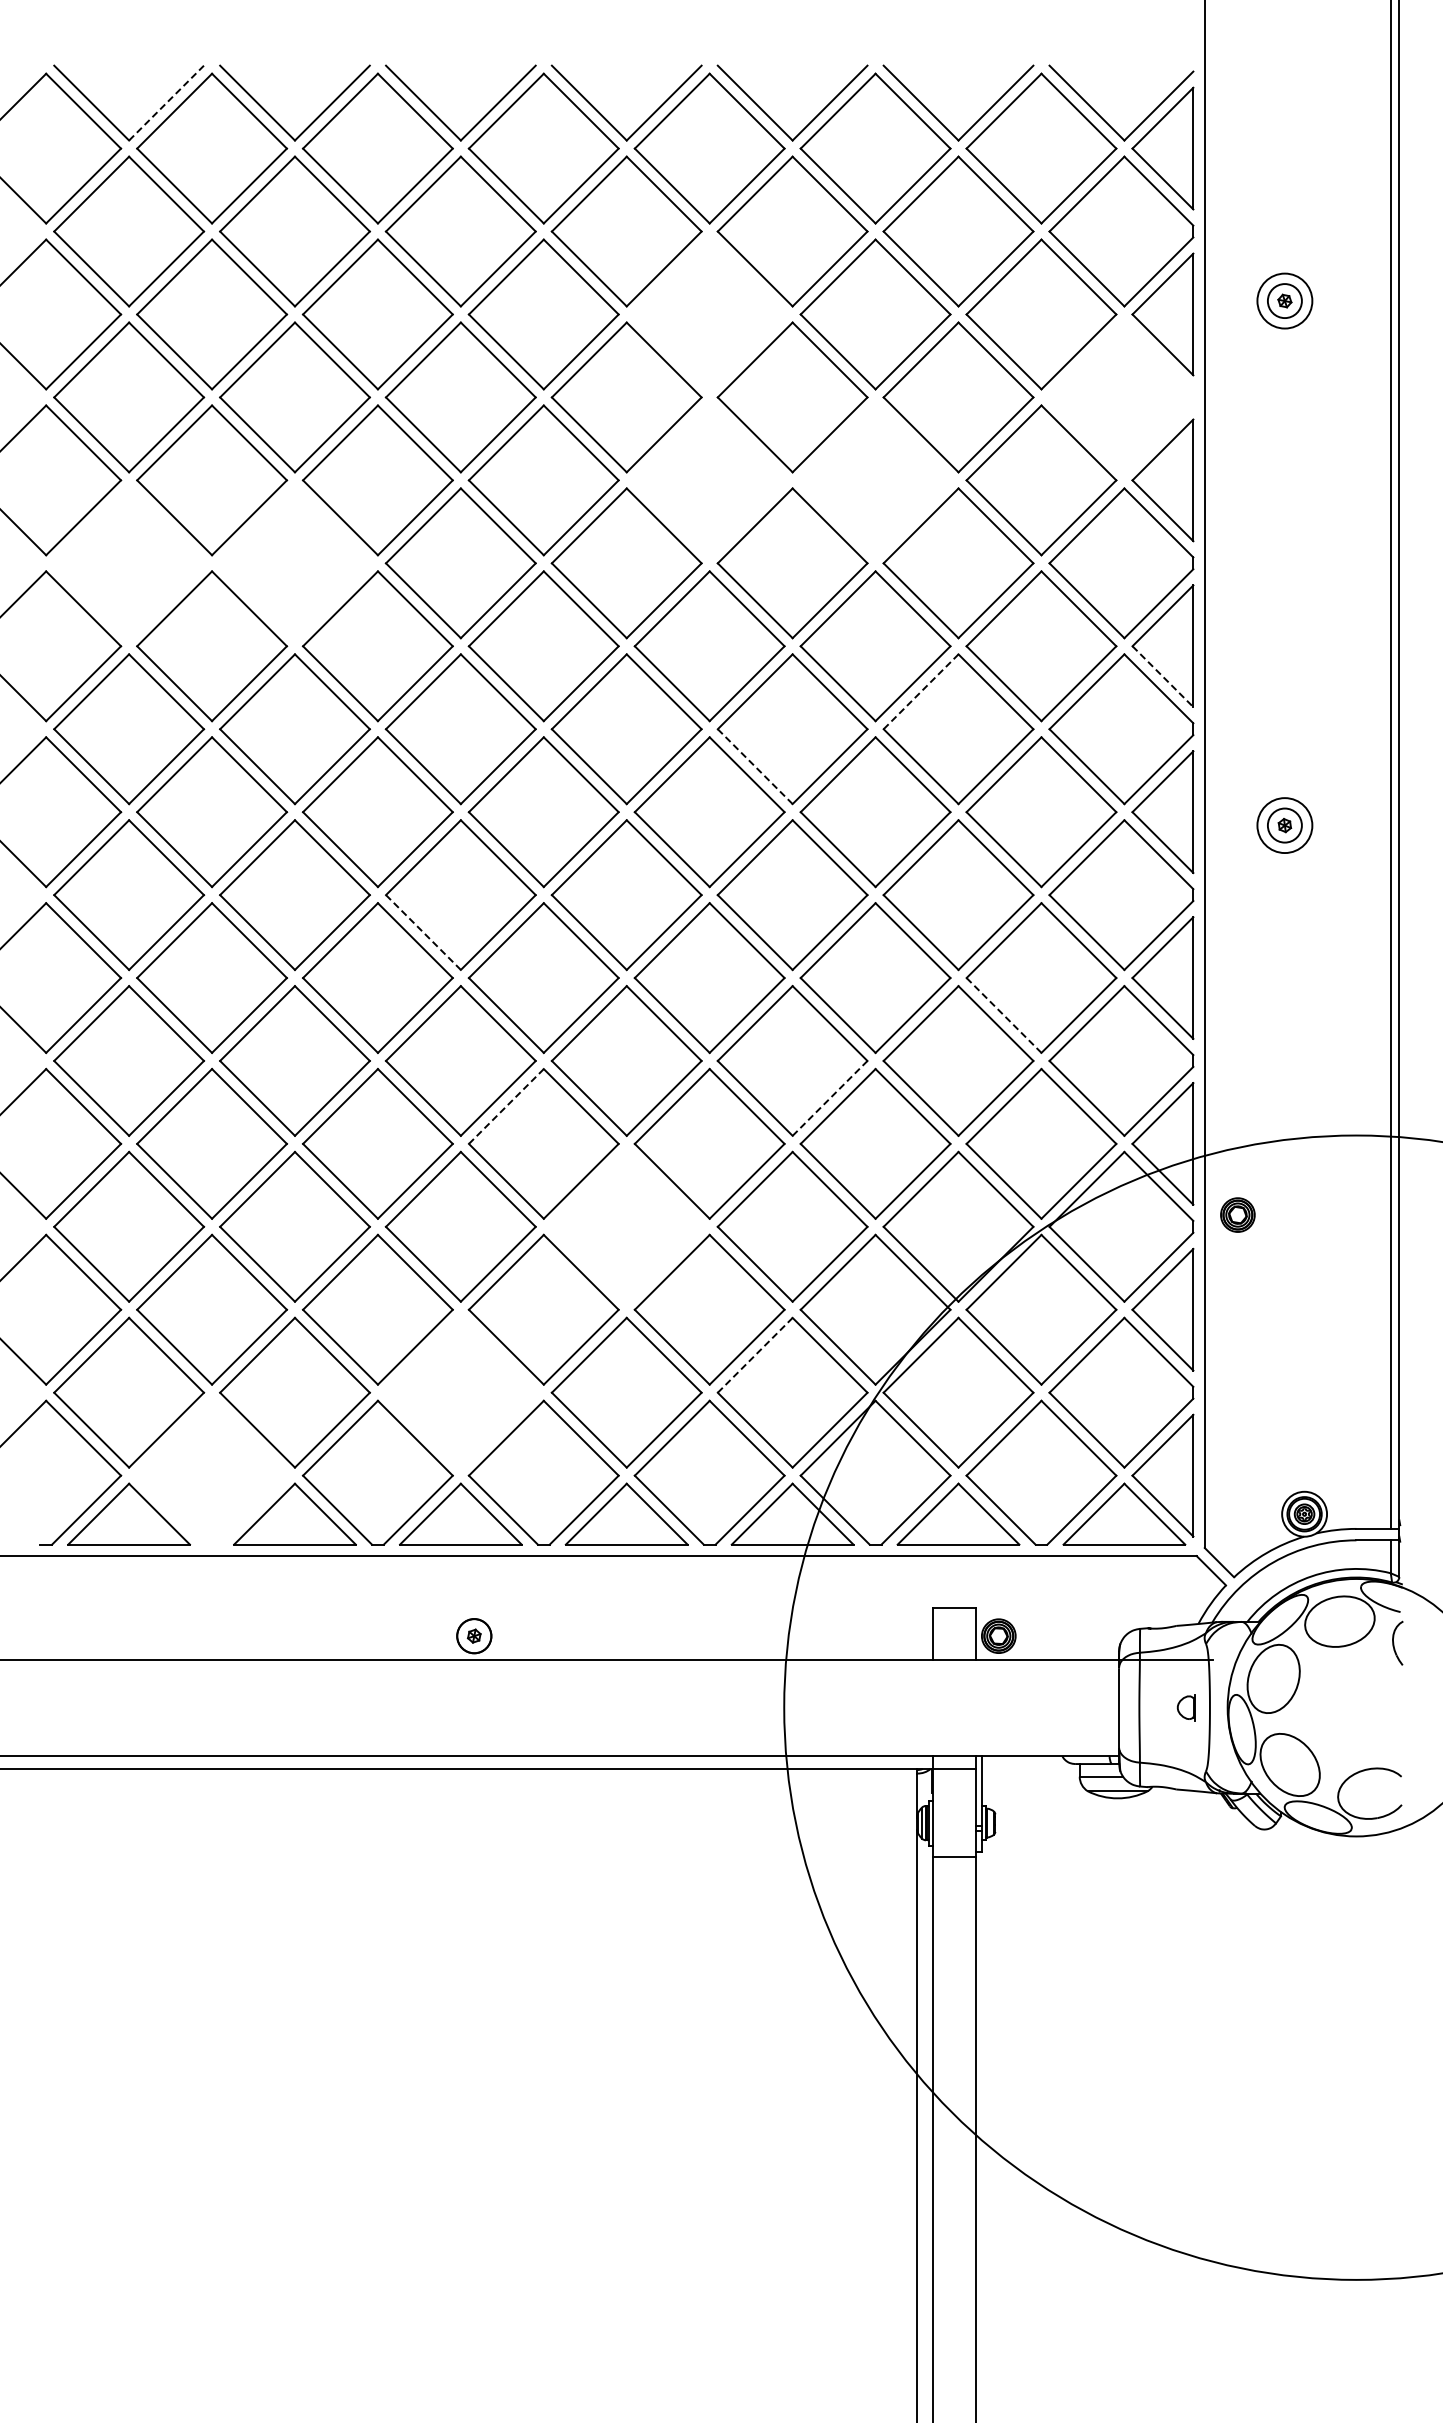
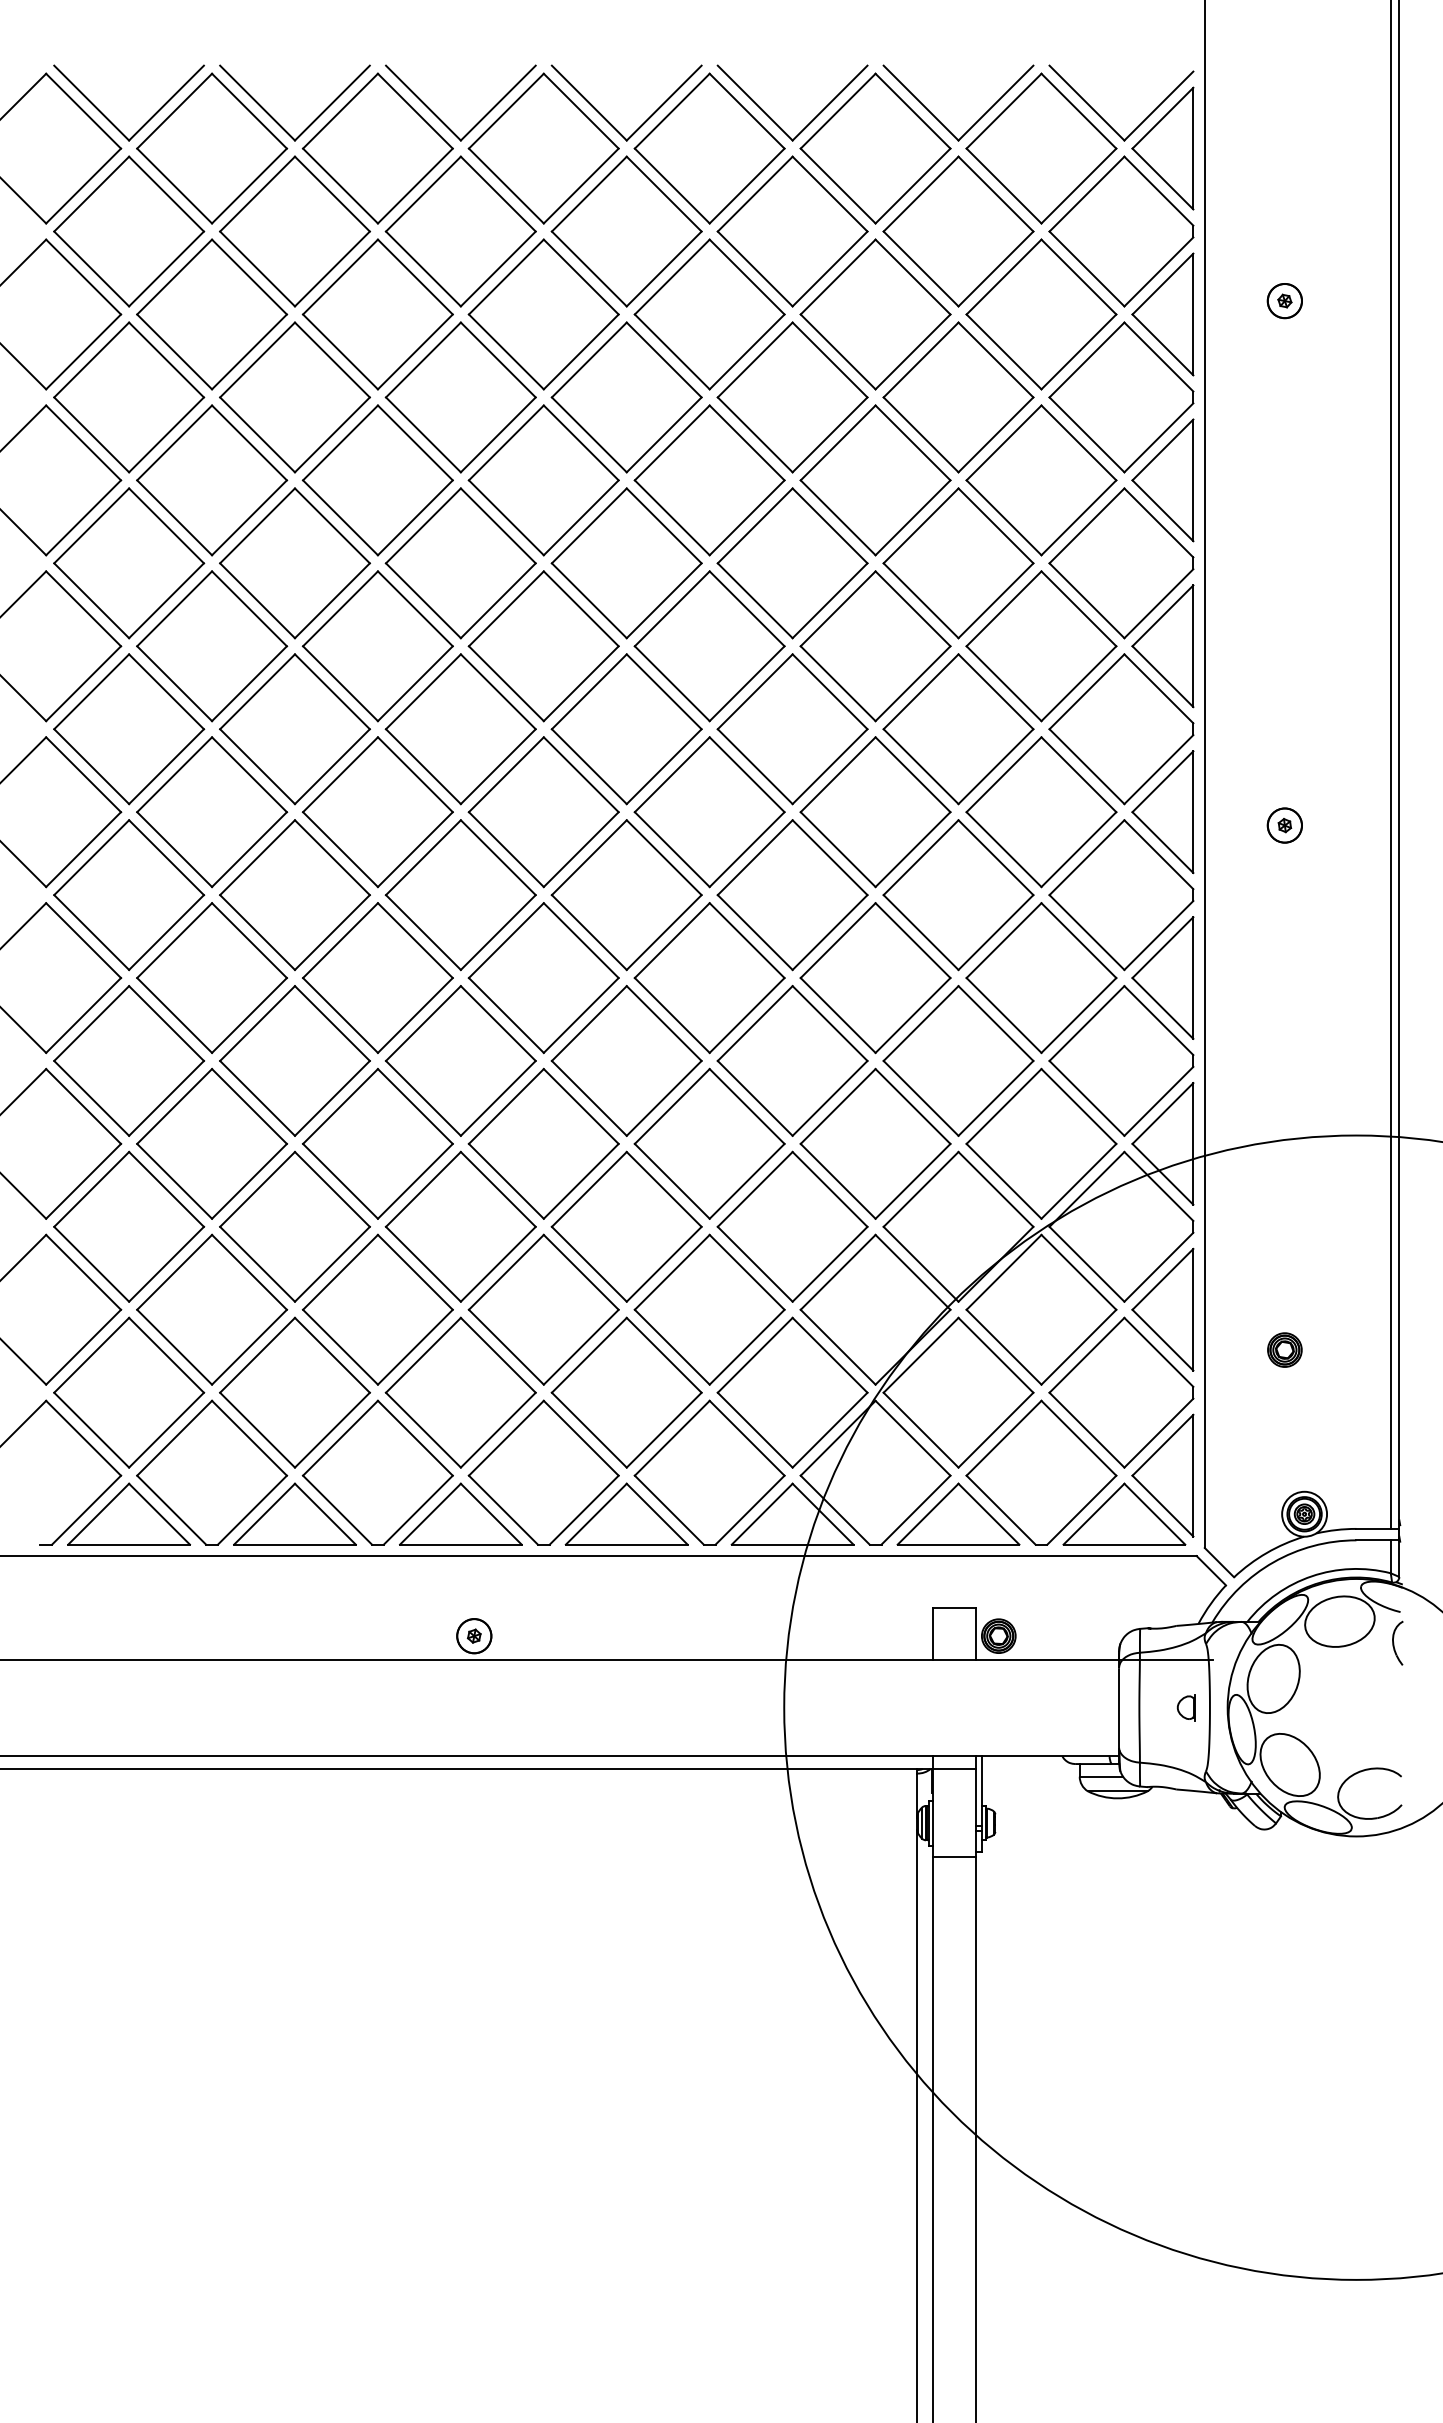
line at (166, 103): dashed -> solid
circle at (1284, 300) diameter: 55 px -> 34 px
part at (709, 314): none -> present
part at (1121, 397): none -> present
part at (709, 480): none -> present
part at (875, 480): none -> present
part at (129, 563): none -> present
part at (294, 563): none -> present
line at (1163, 677): dashed -> solid
line at (921, 691): dashed -> solid
line at (755, 766): dashed -> solid
circle at (1284, 825) diameter: 55 px -> 34 px
line at (423, 932): dashed -> solid
line at (1004, 1015): dashed -> solid
line at (830, 1098): dashed -> solid
line at (506, 1106): dashed -> solid
part at (1237, 1214) position: (1237, 1214) -> (1284, 1349)
part at (626, 1226): none -> present
line at (755, 1355): dashed -> solid
part at (460, 1392): none -> present
part at (212, 1472): none -> present
